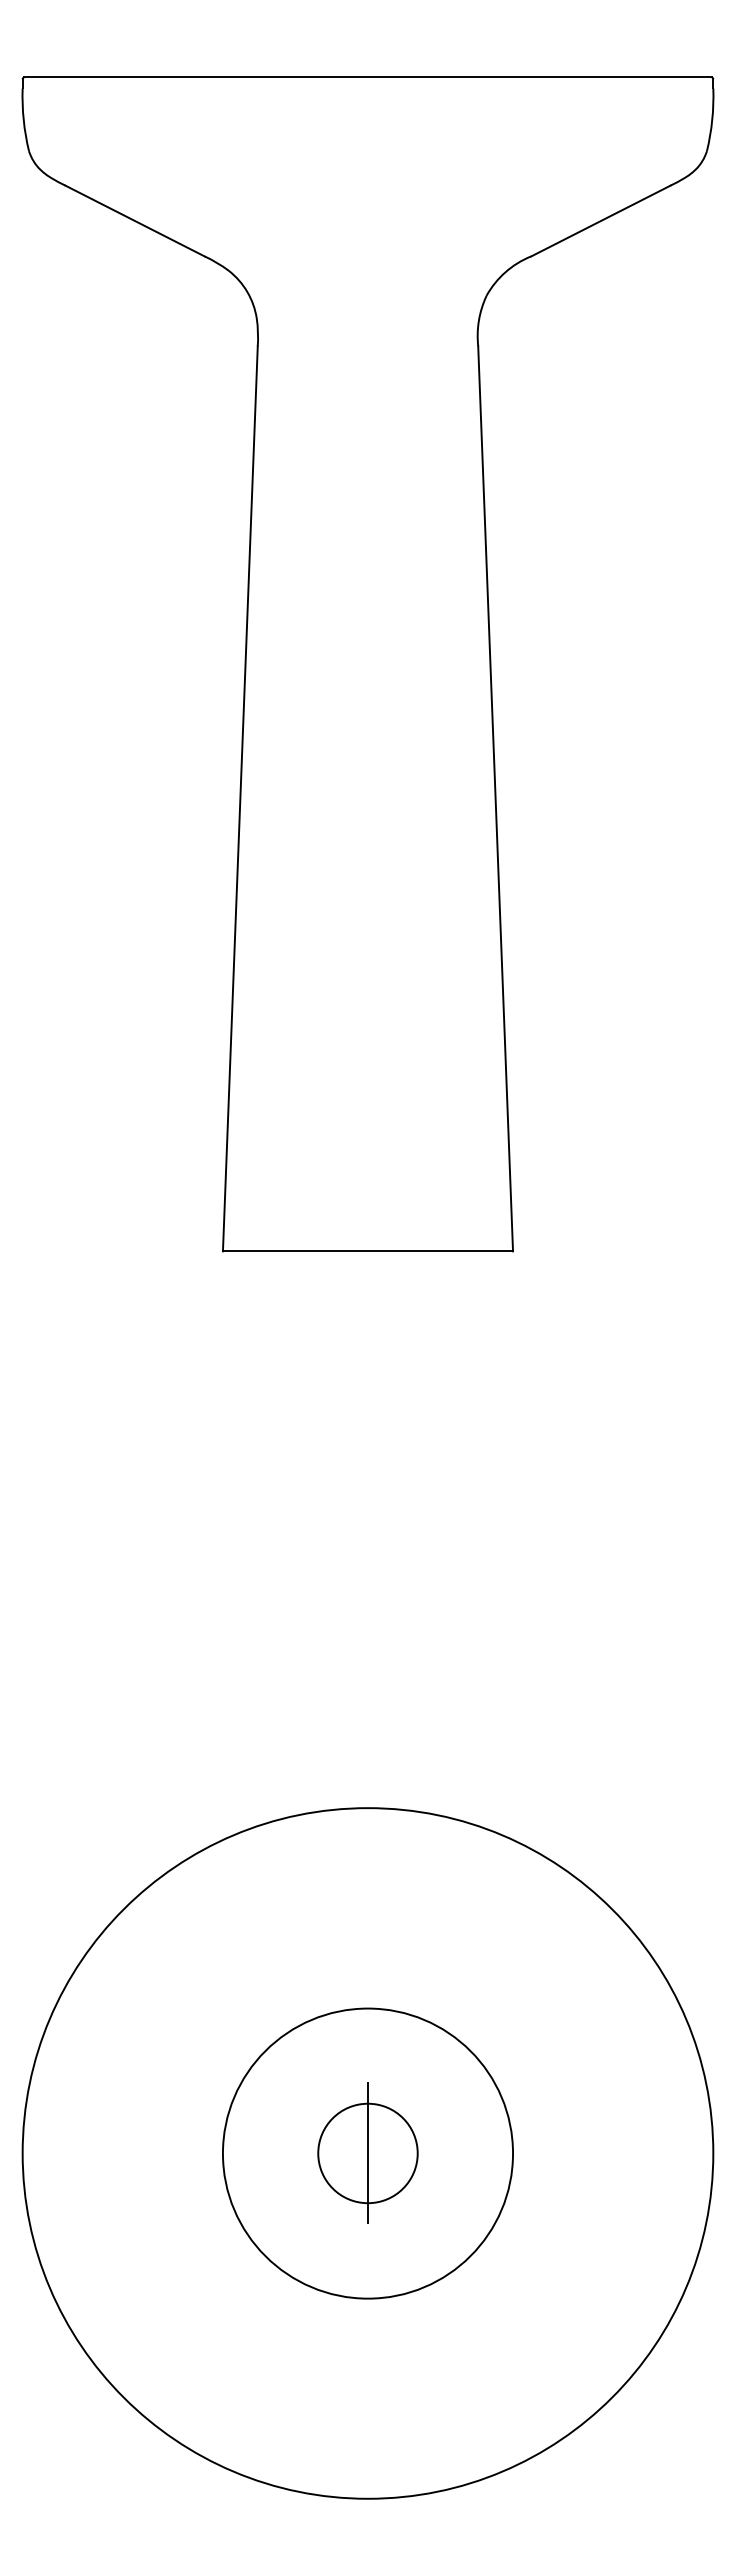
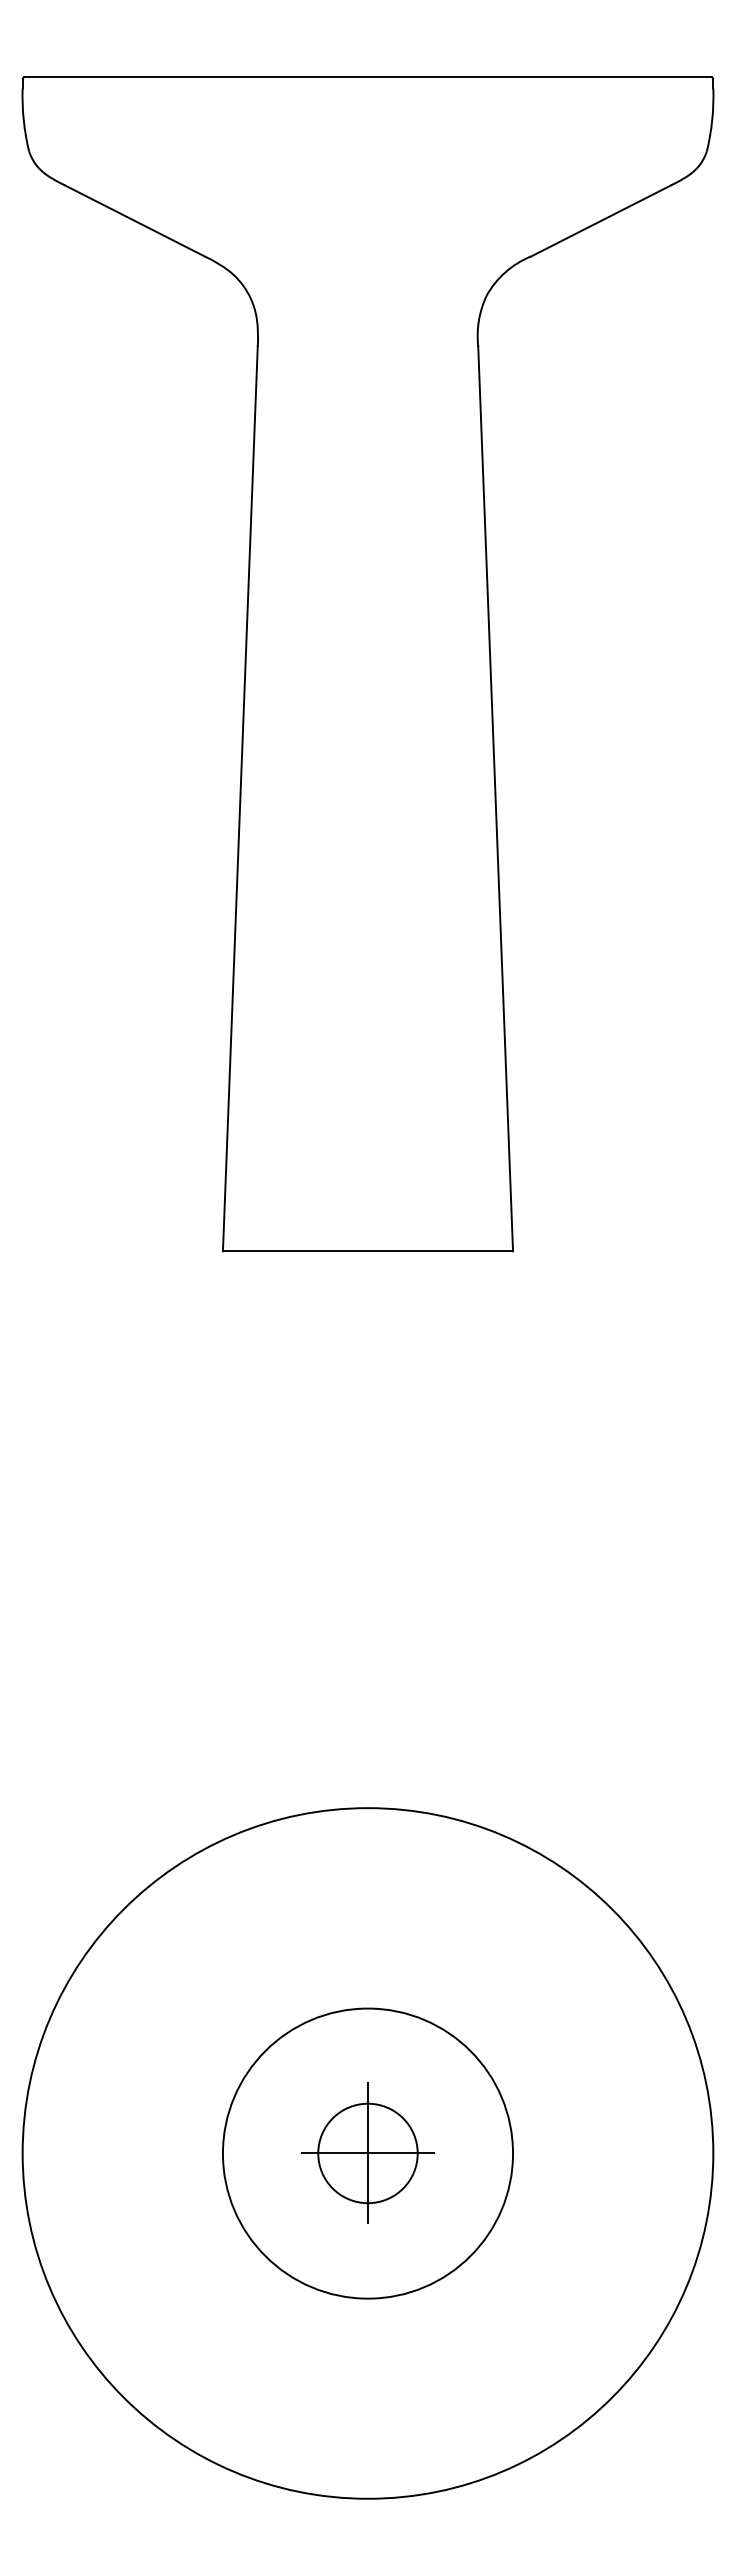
line at (367, 2153): none -> present
